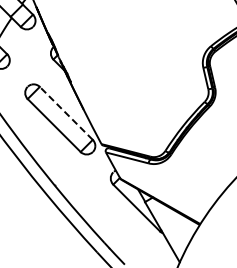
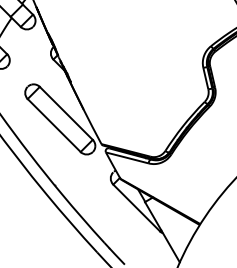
line at (65, 113): dashed -> solid
